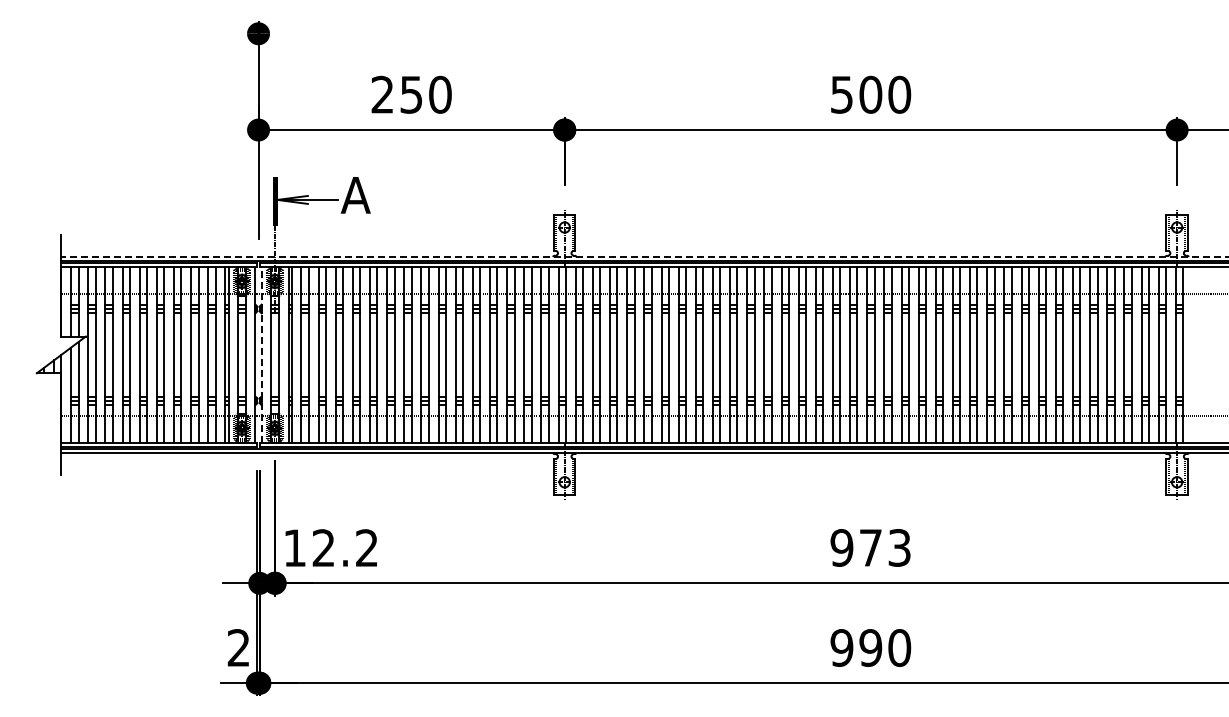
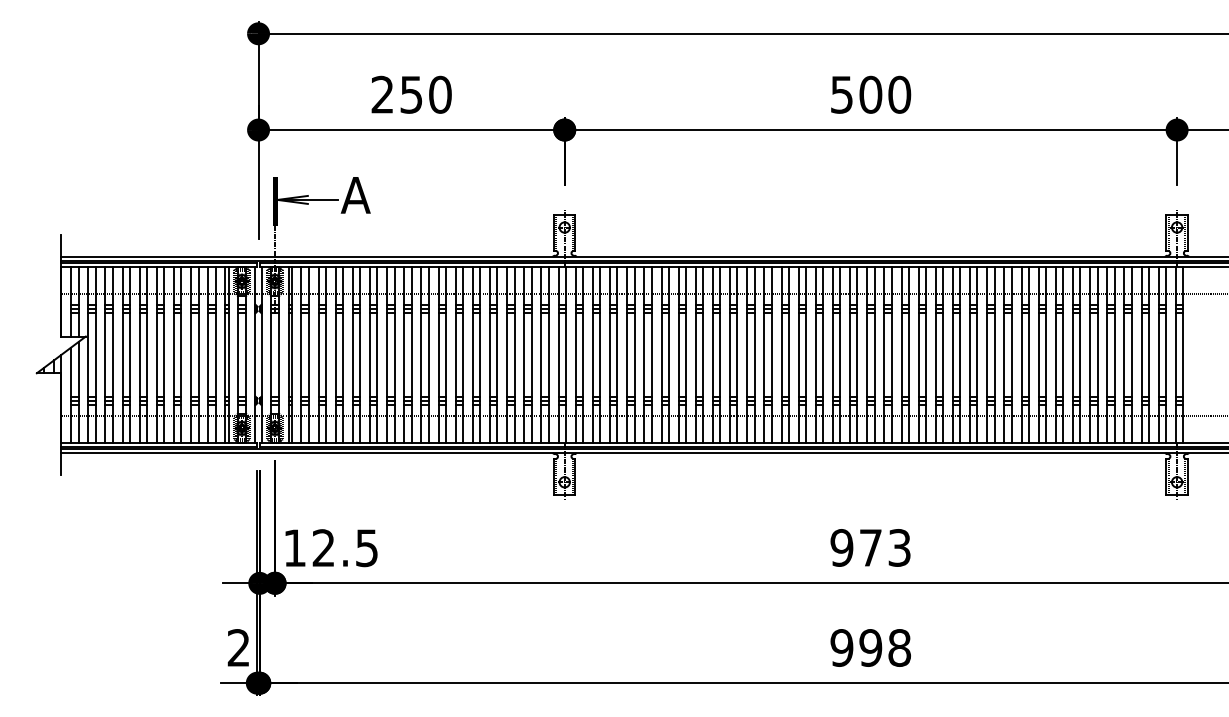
line at (741, 33): none -> present
line at (644, 256): dashed -> solid
line at (261, 354): dashed -> solid
text at (366, 548): 12.2 -> 12.5
text at (899, 647): 990 -> 998
